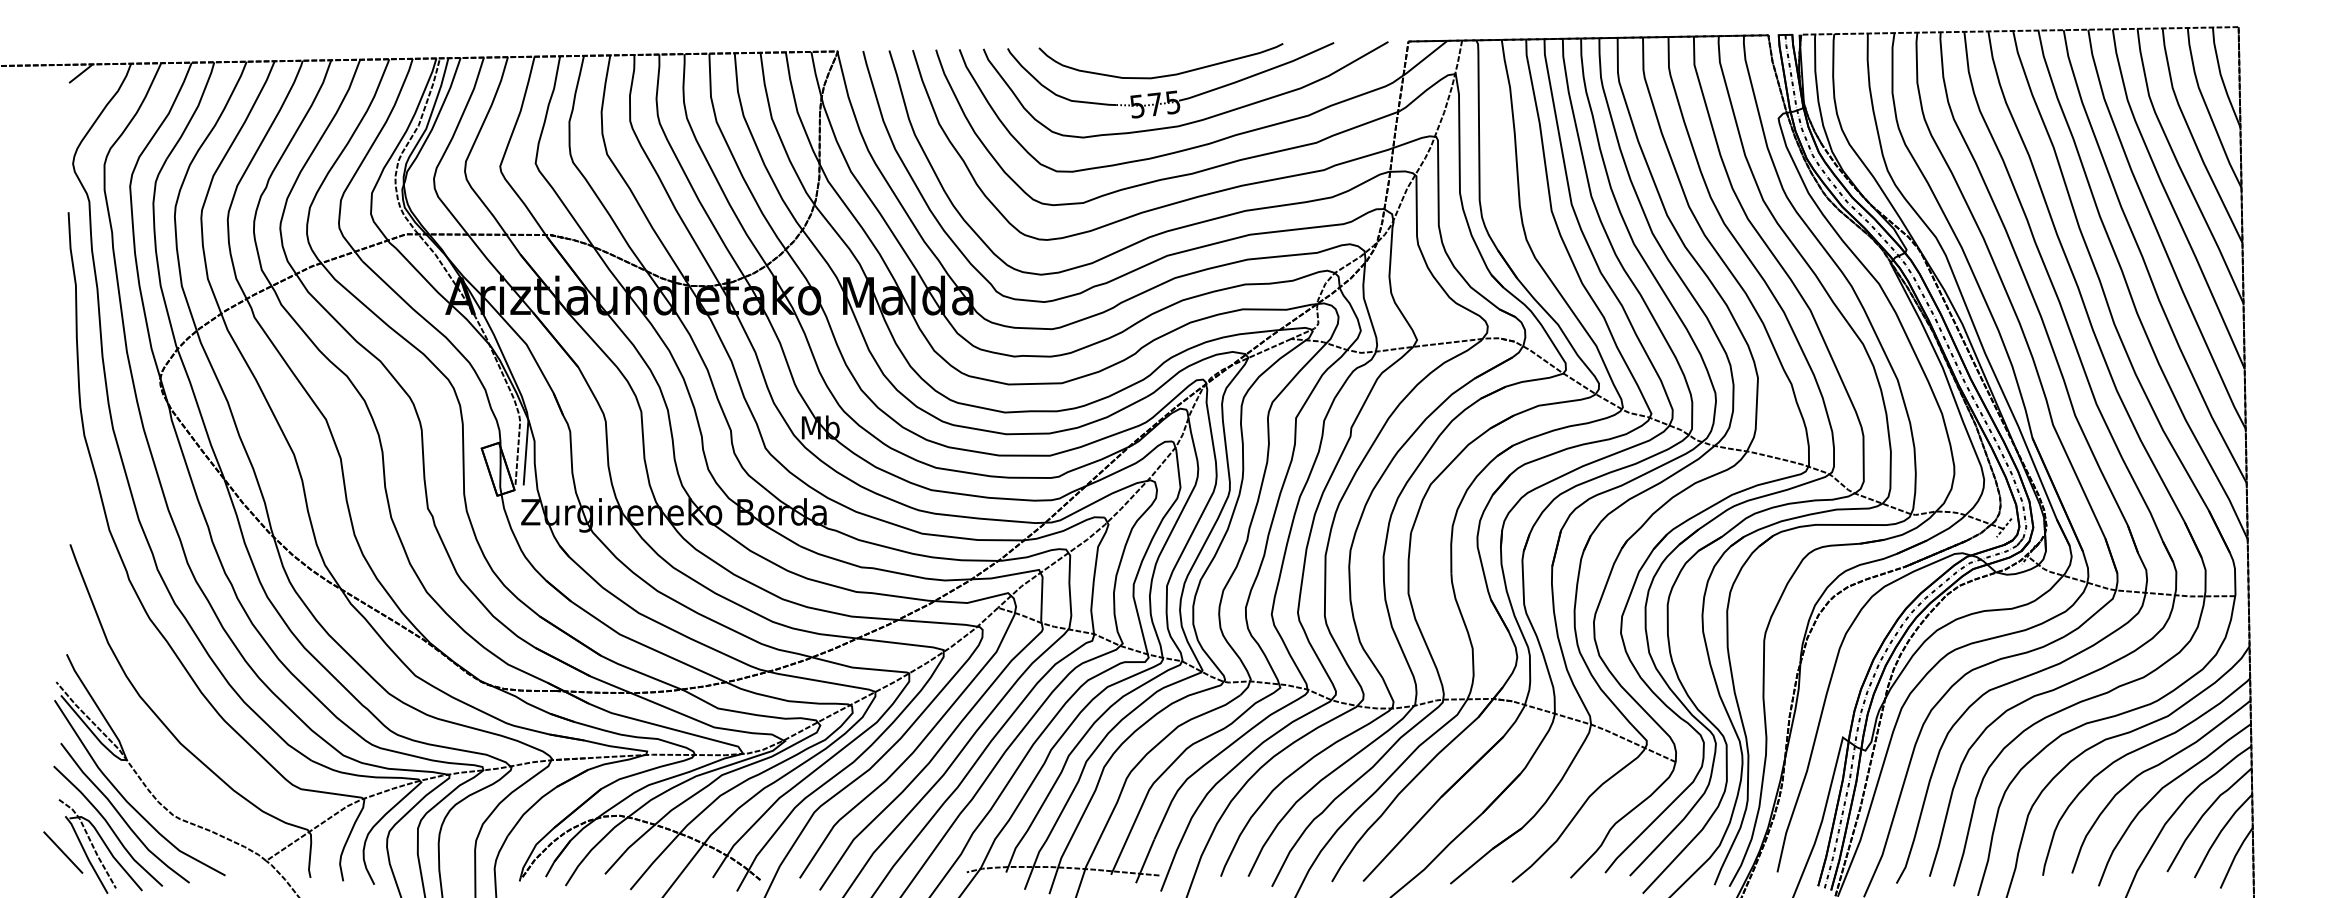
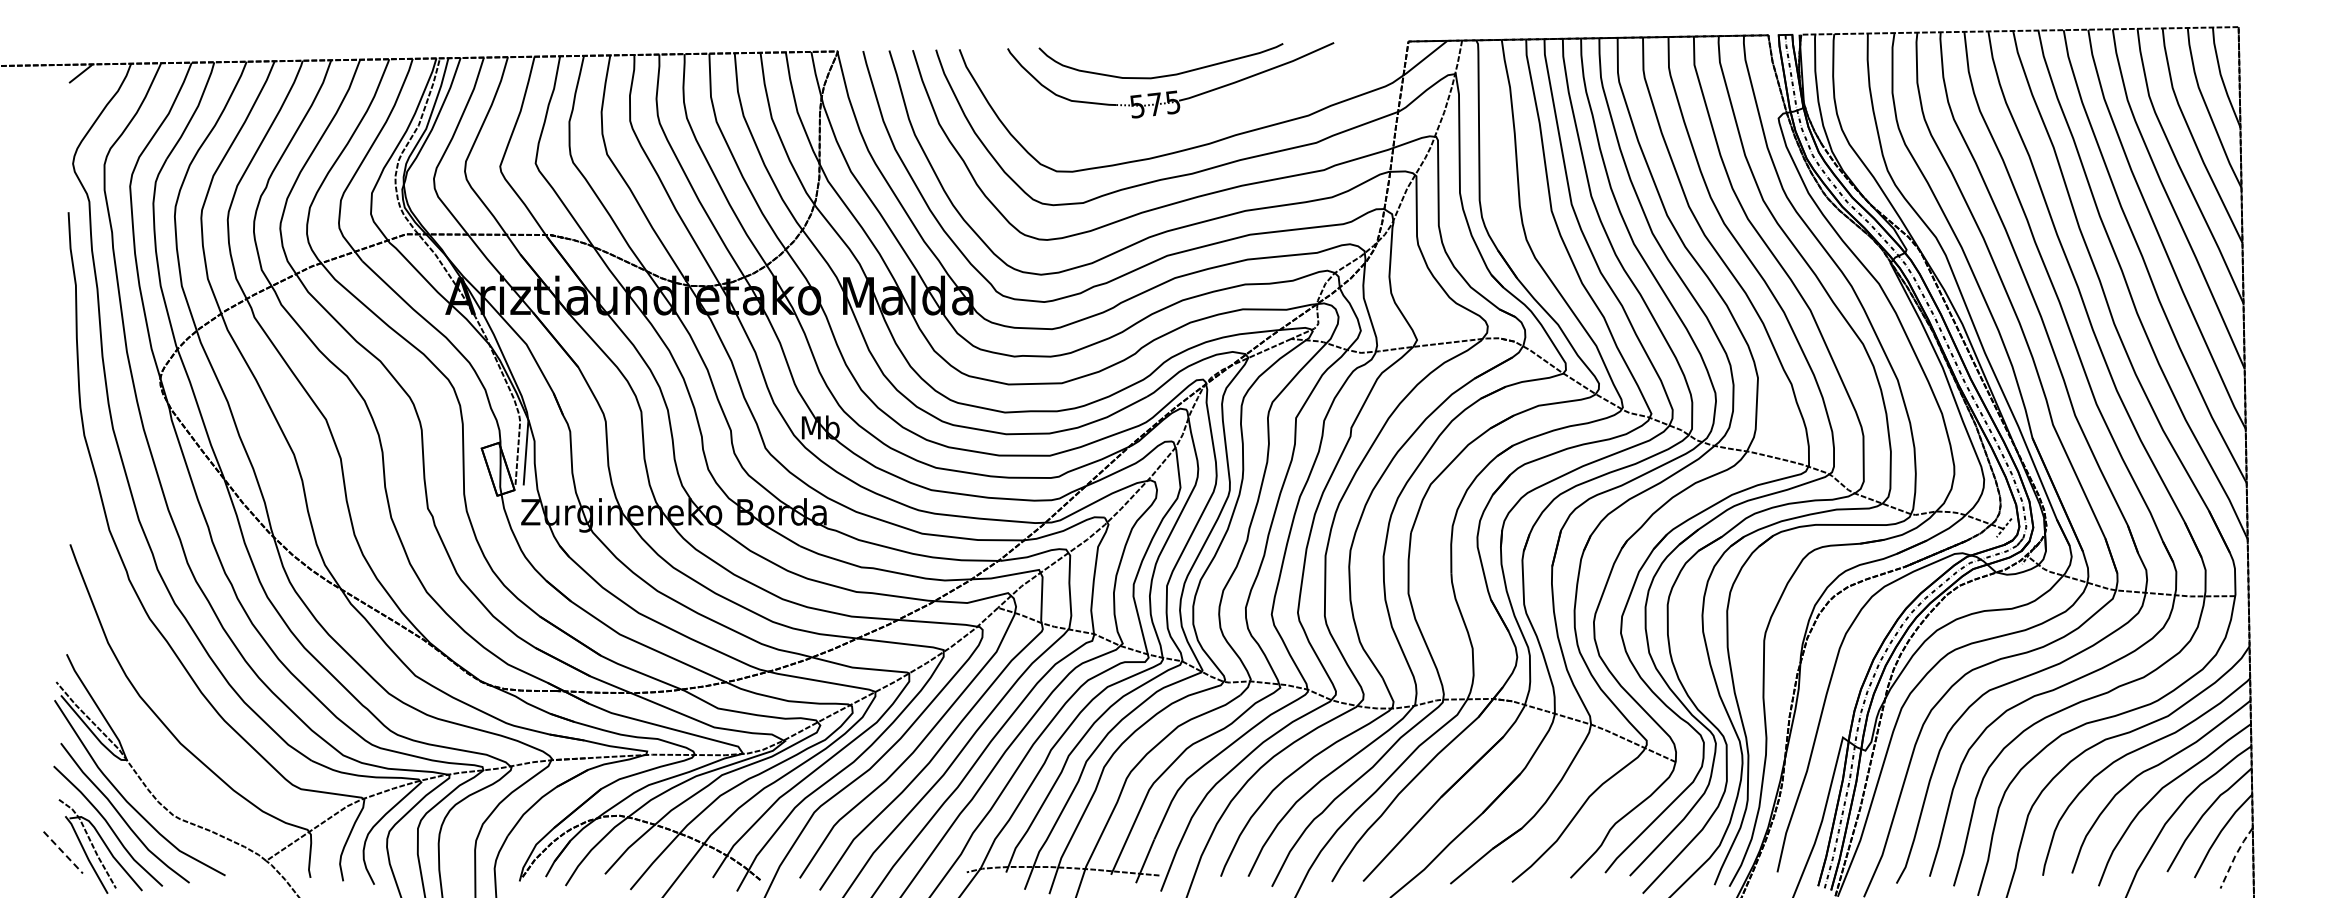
curve at (1195, 120): present -> none
line at (63, 852): solid -> dashed
line at (2235, 856): solid -> dashed
